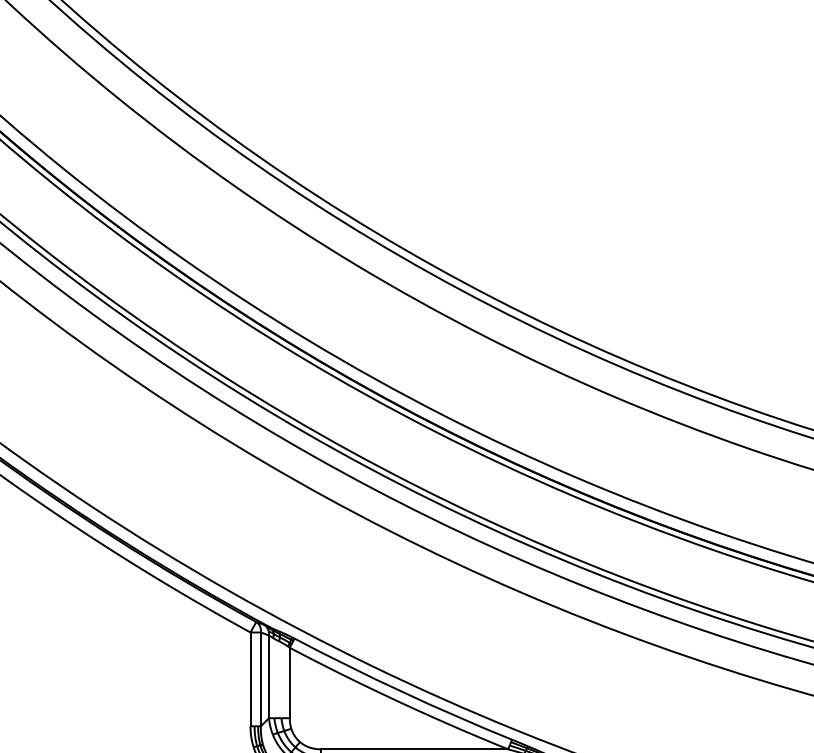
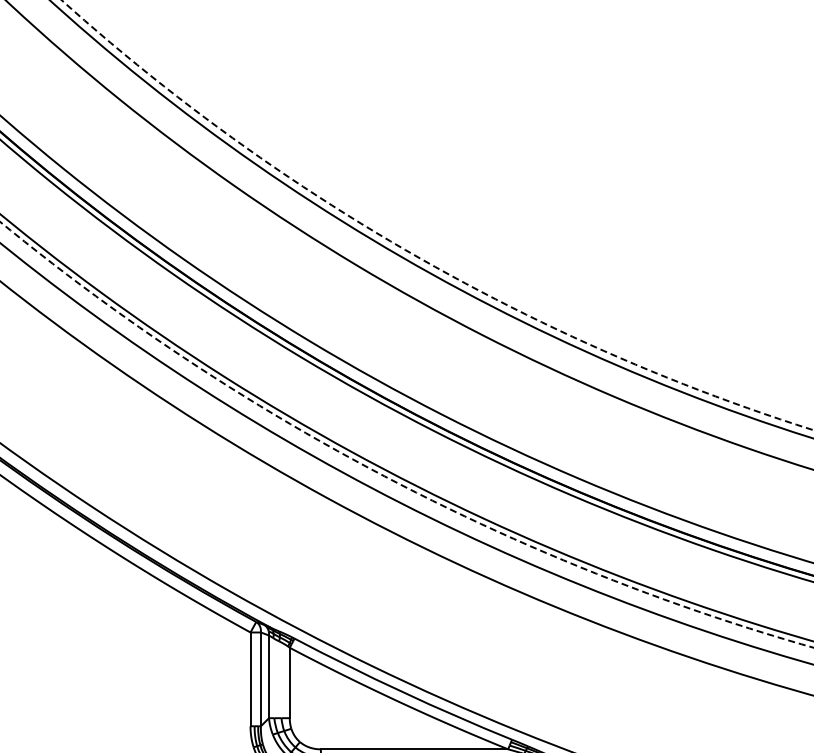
arc at (414, 255): solid -> dashed
arc at (387, 477): solid -> dashed
